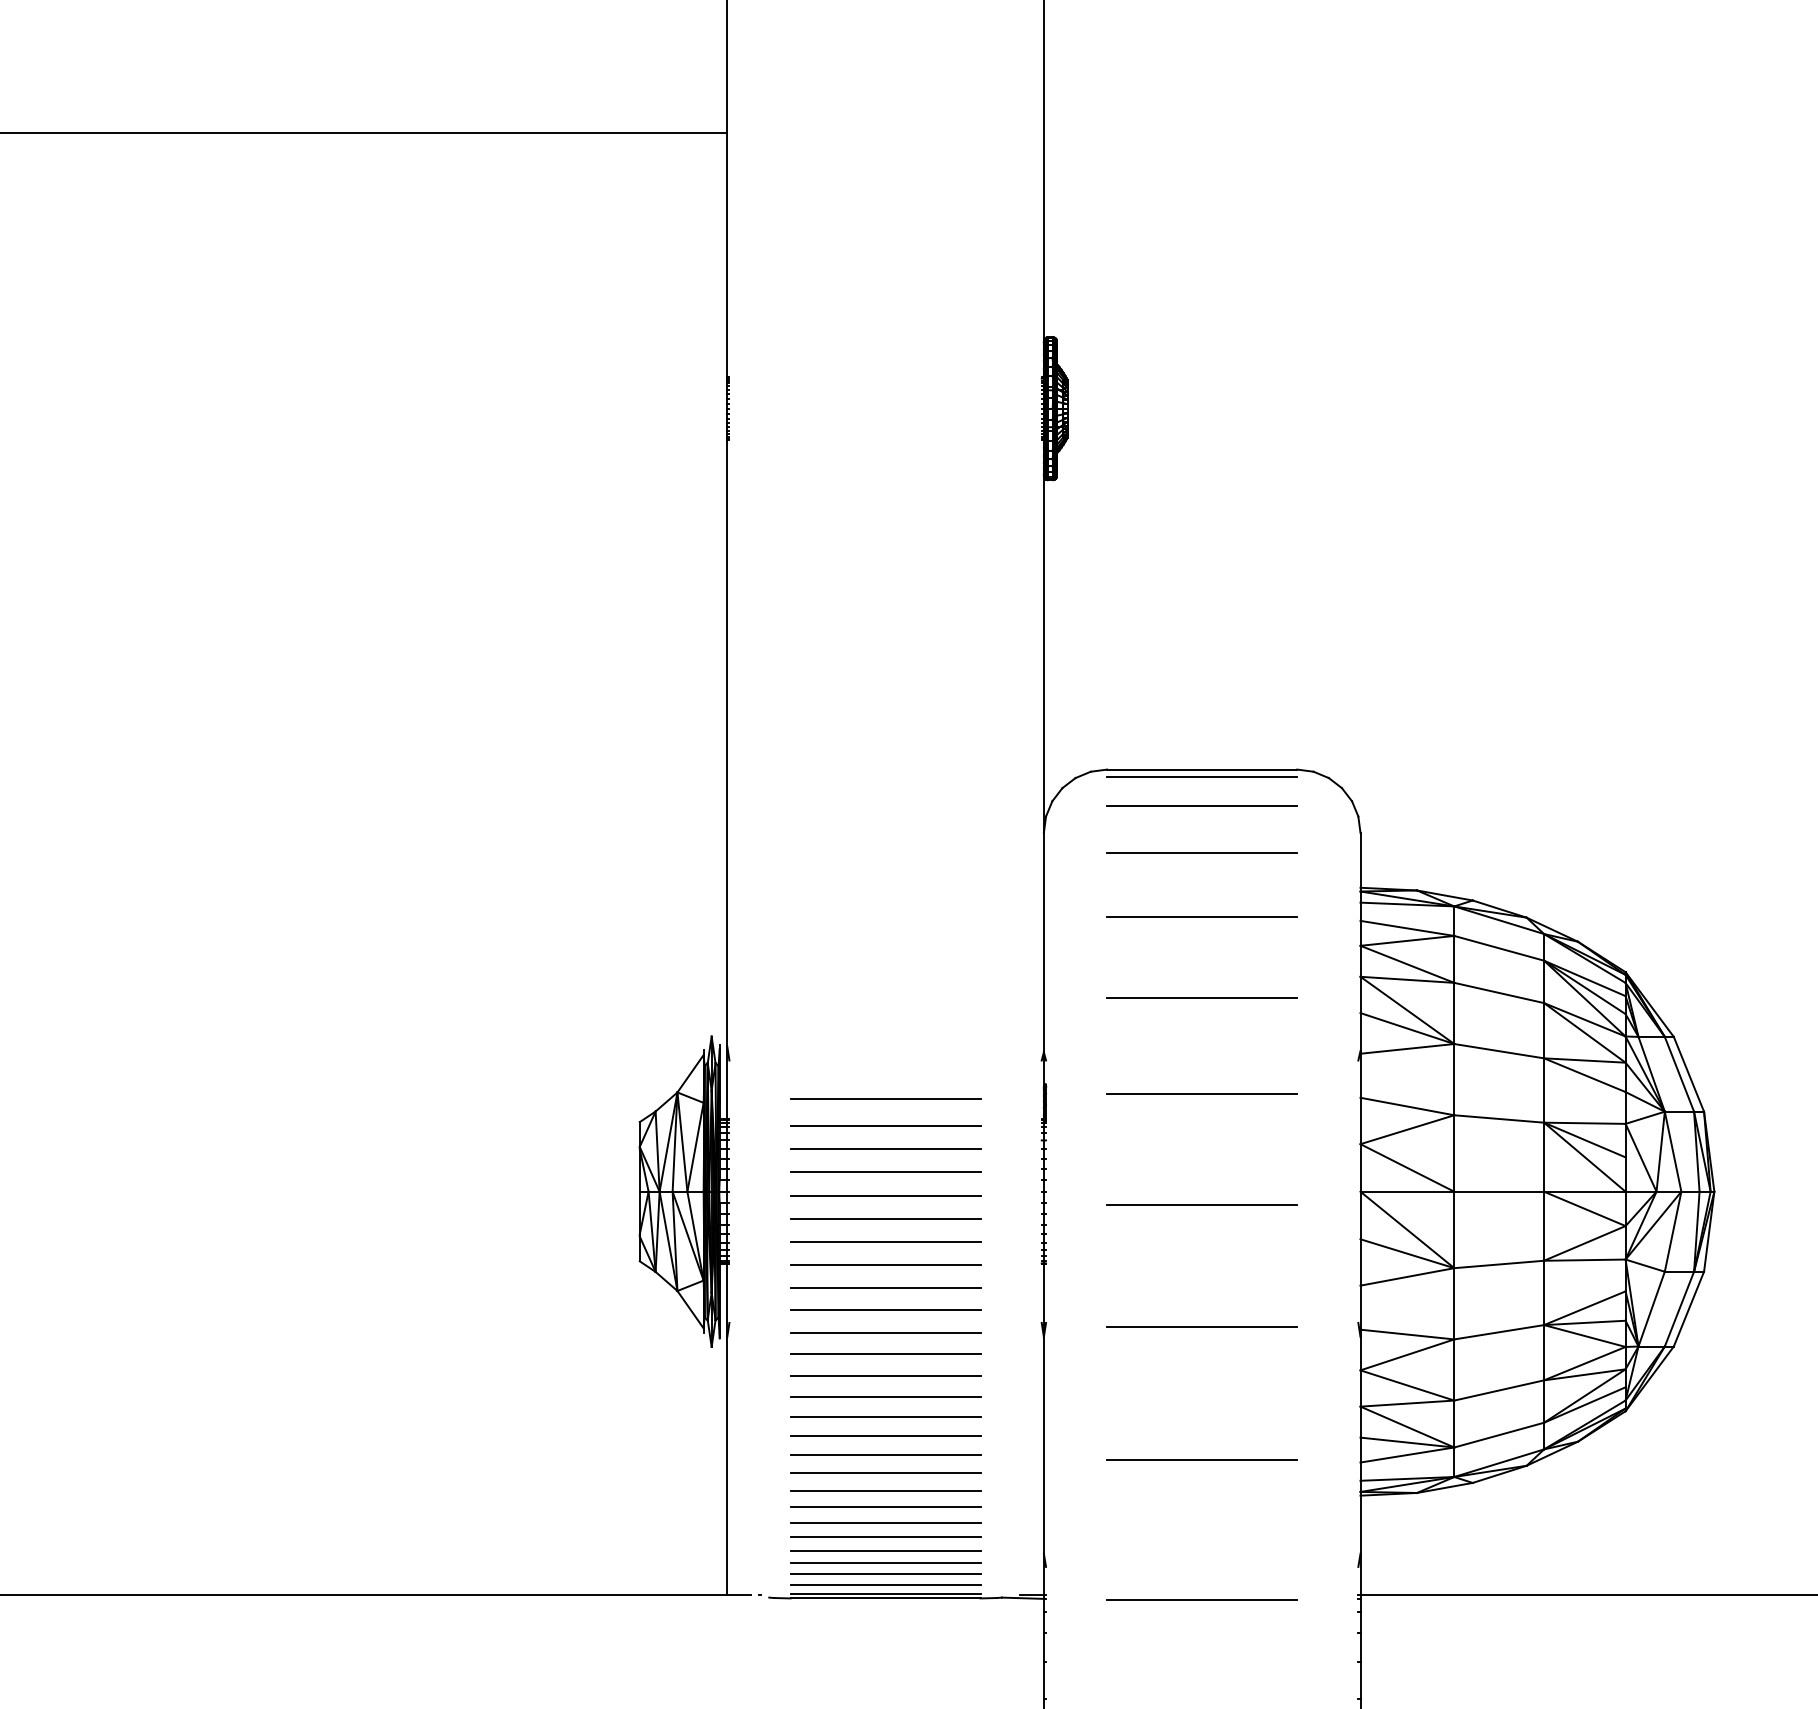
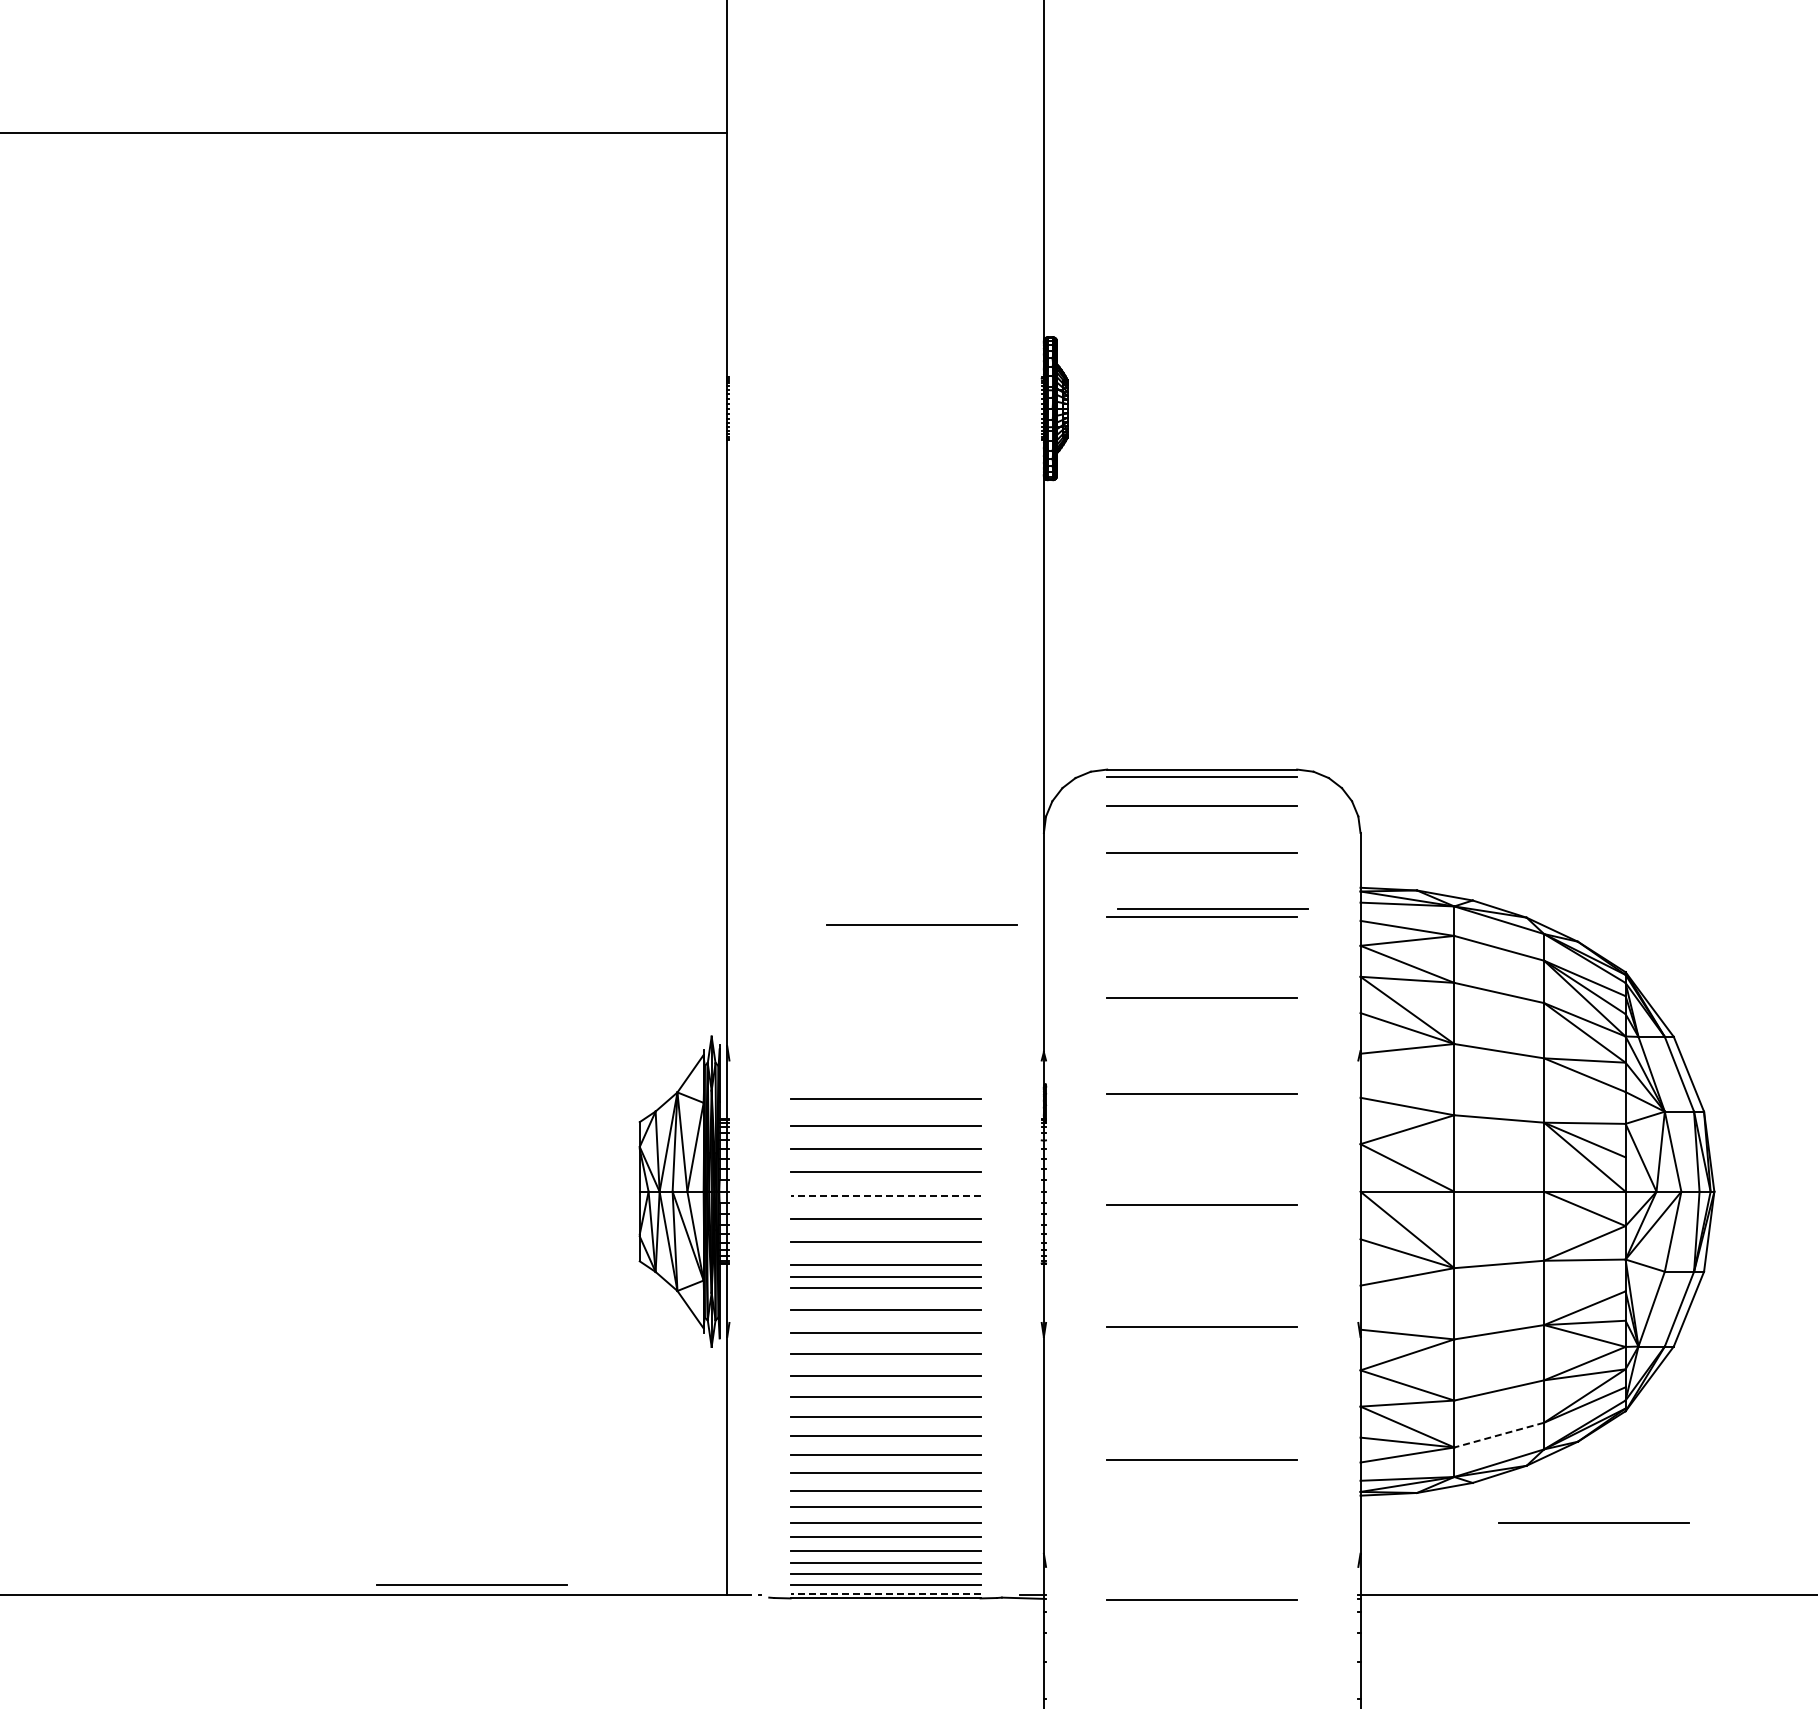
line at (1212, 908): none -> present
line at (921, 924): none -> present
line at (885, 1195): solid -> dashed
line at (885, 1276): none -> present
line at (1499, 1435): solid -> dashed
line at (1593, 1522): none -> present
line at (471, 1584): none -> present
line at (885, 1593): solid -> dashed
